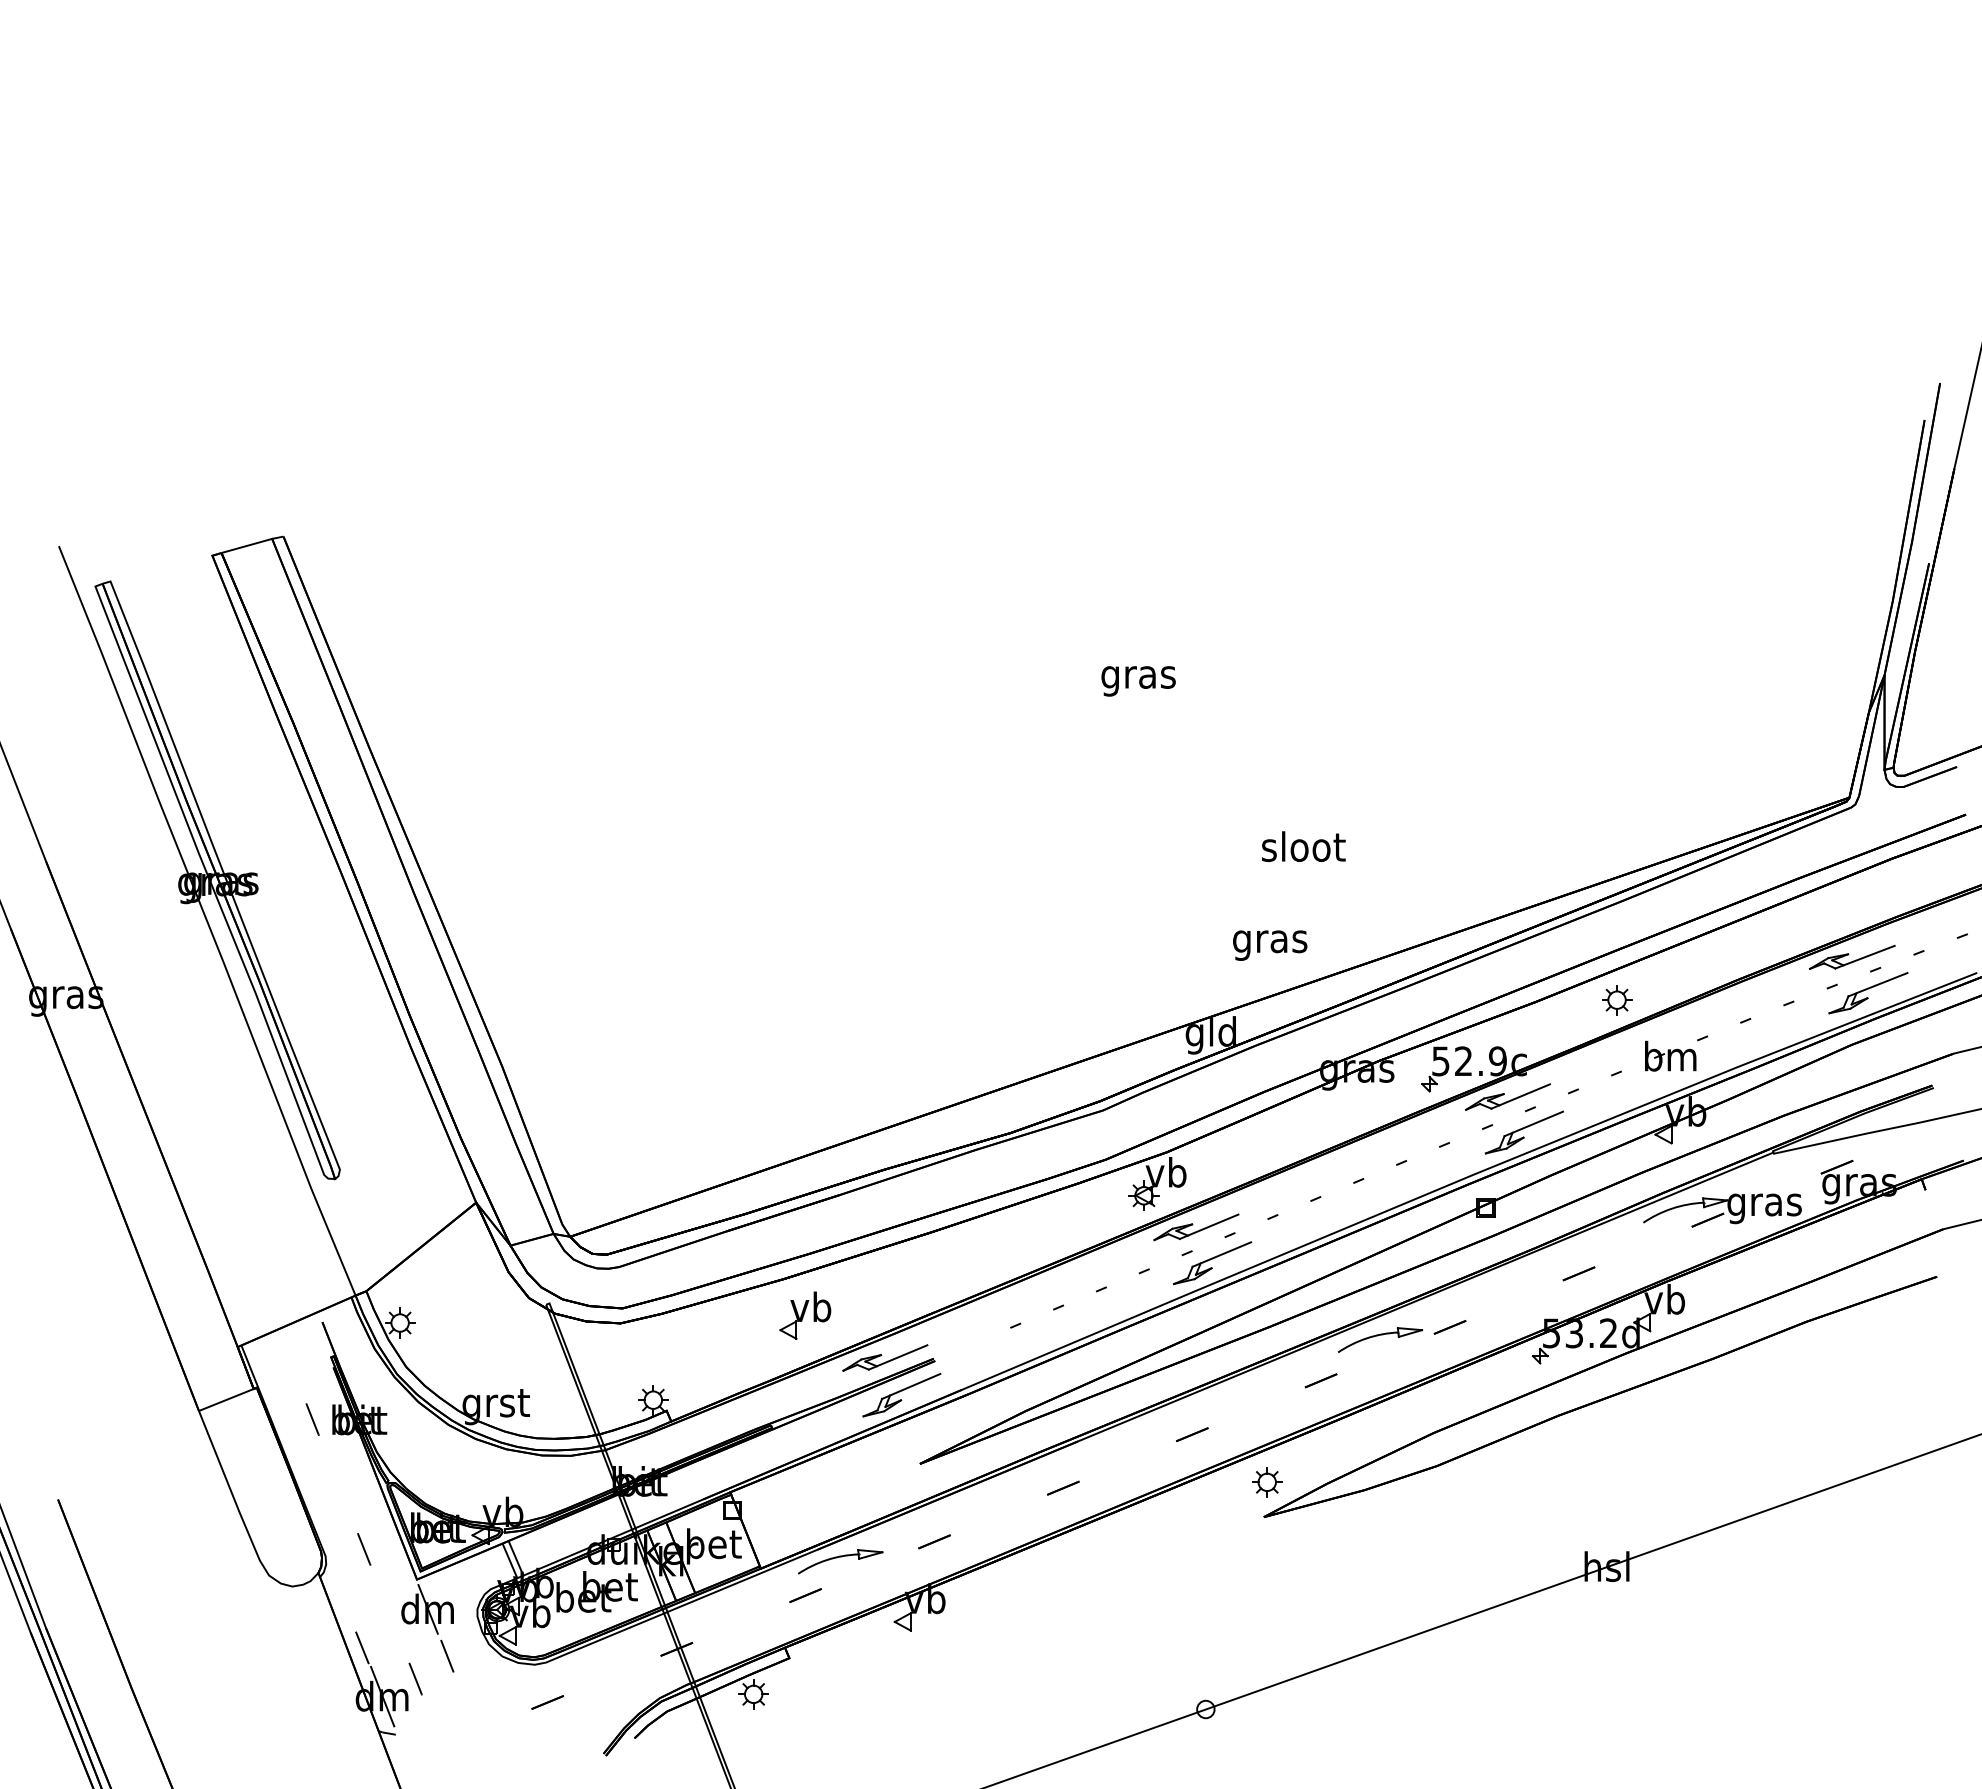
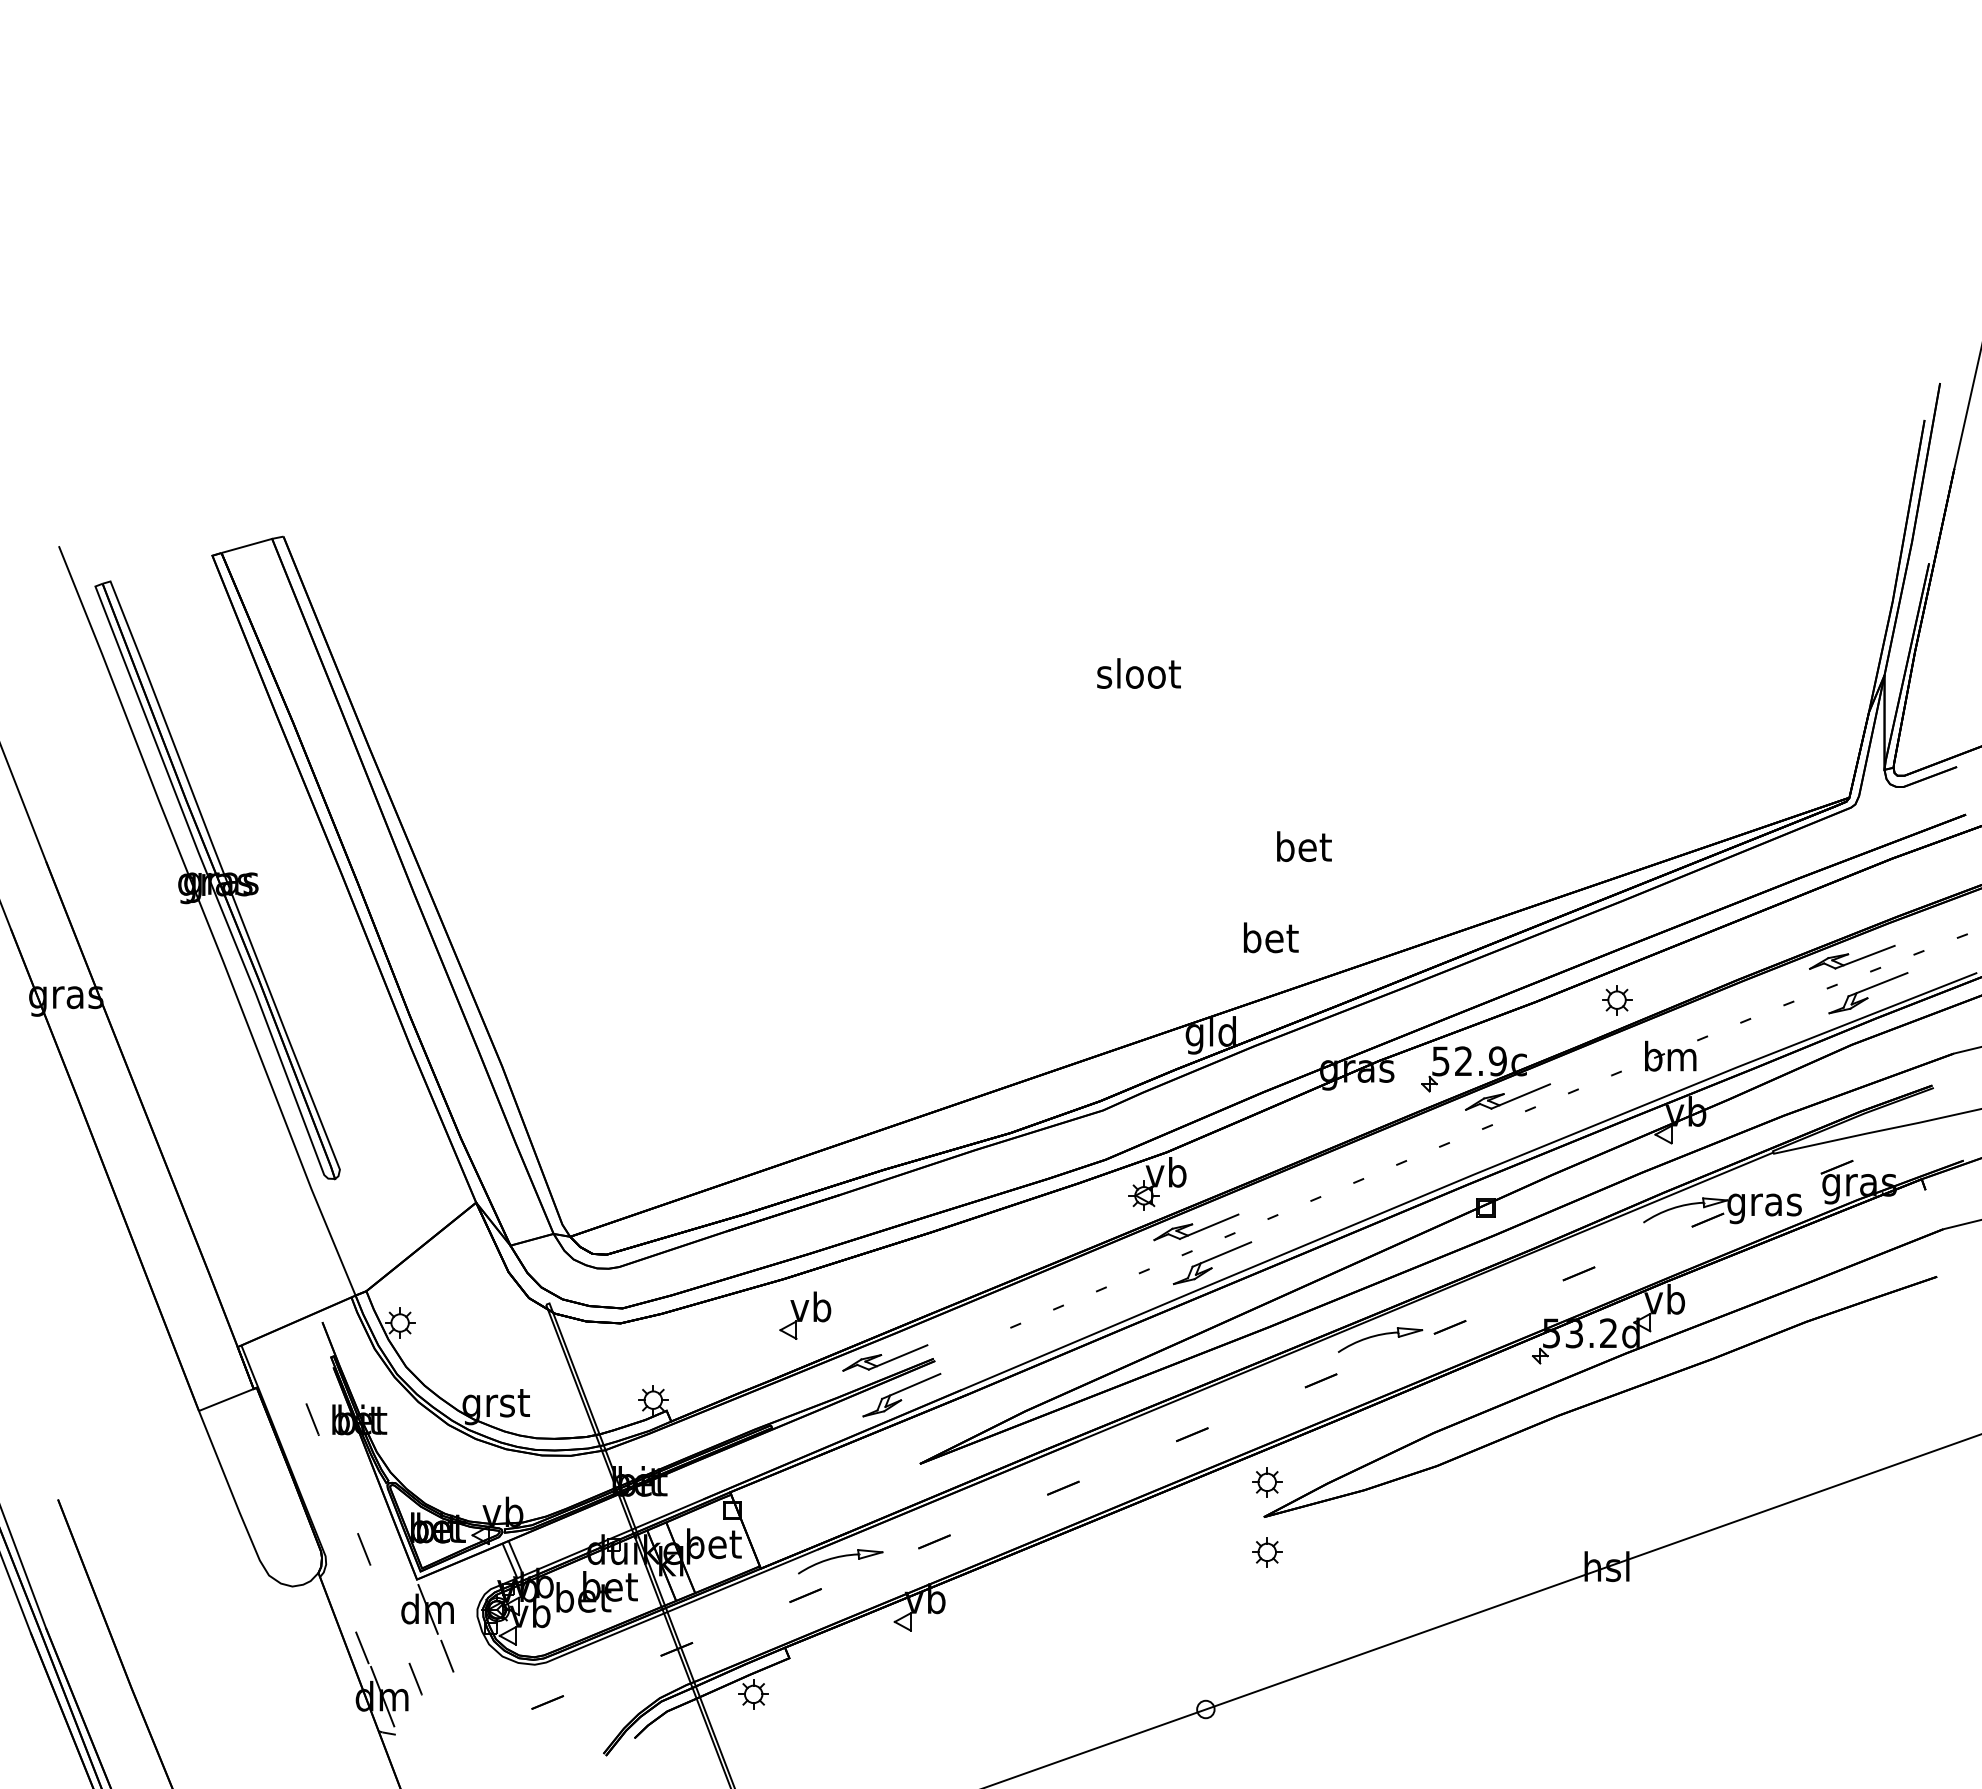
text at (1138, 677): gras -> sloot
text at (1303, 846): sloot -> bet
text at (1270, 941): gras -> bet
part at (1523, 1132): present -> none
part at (1267, 1552): none -> present
